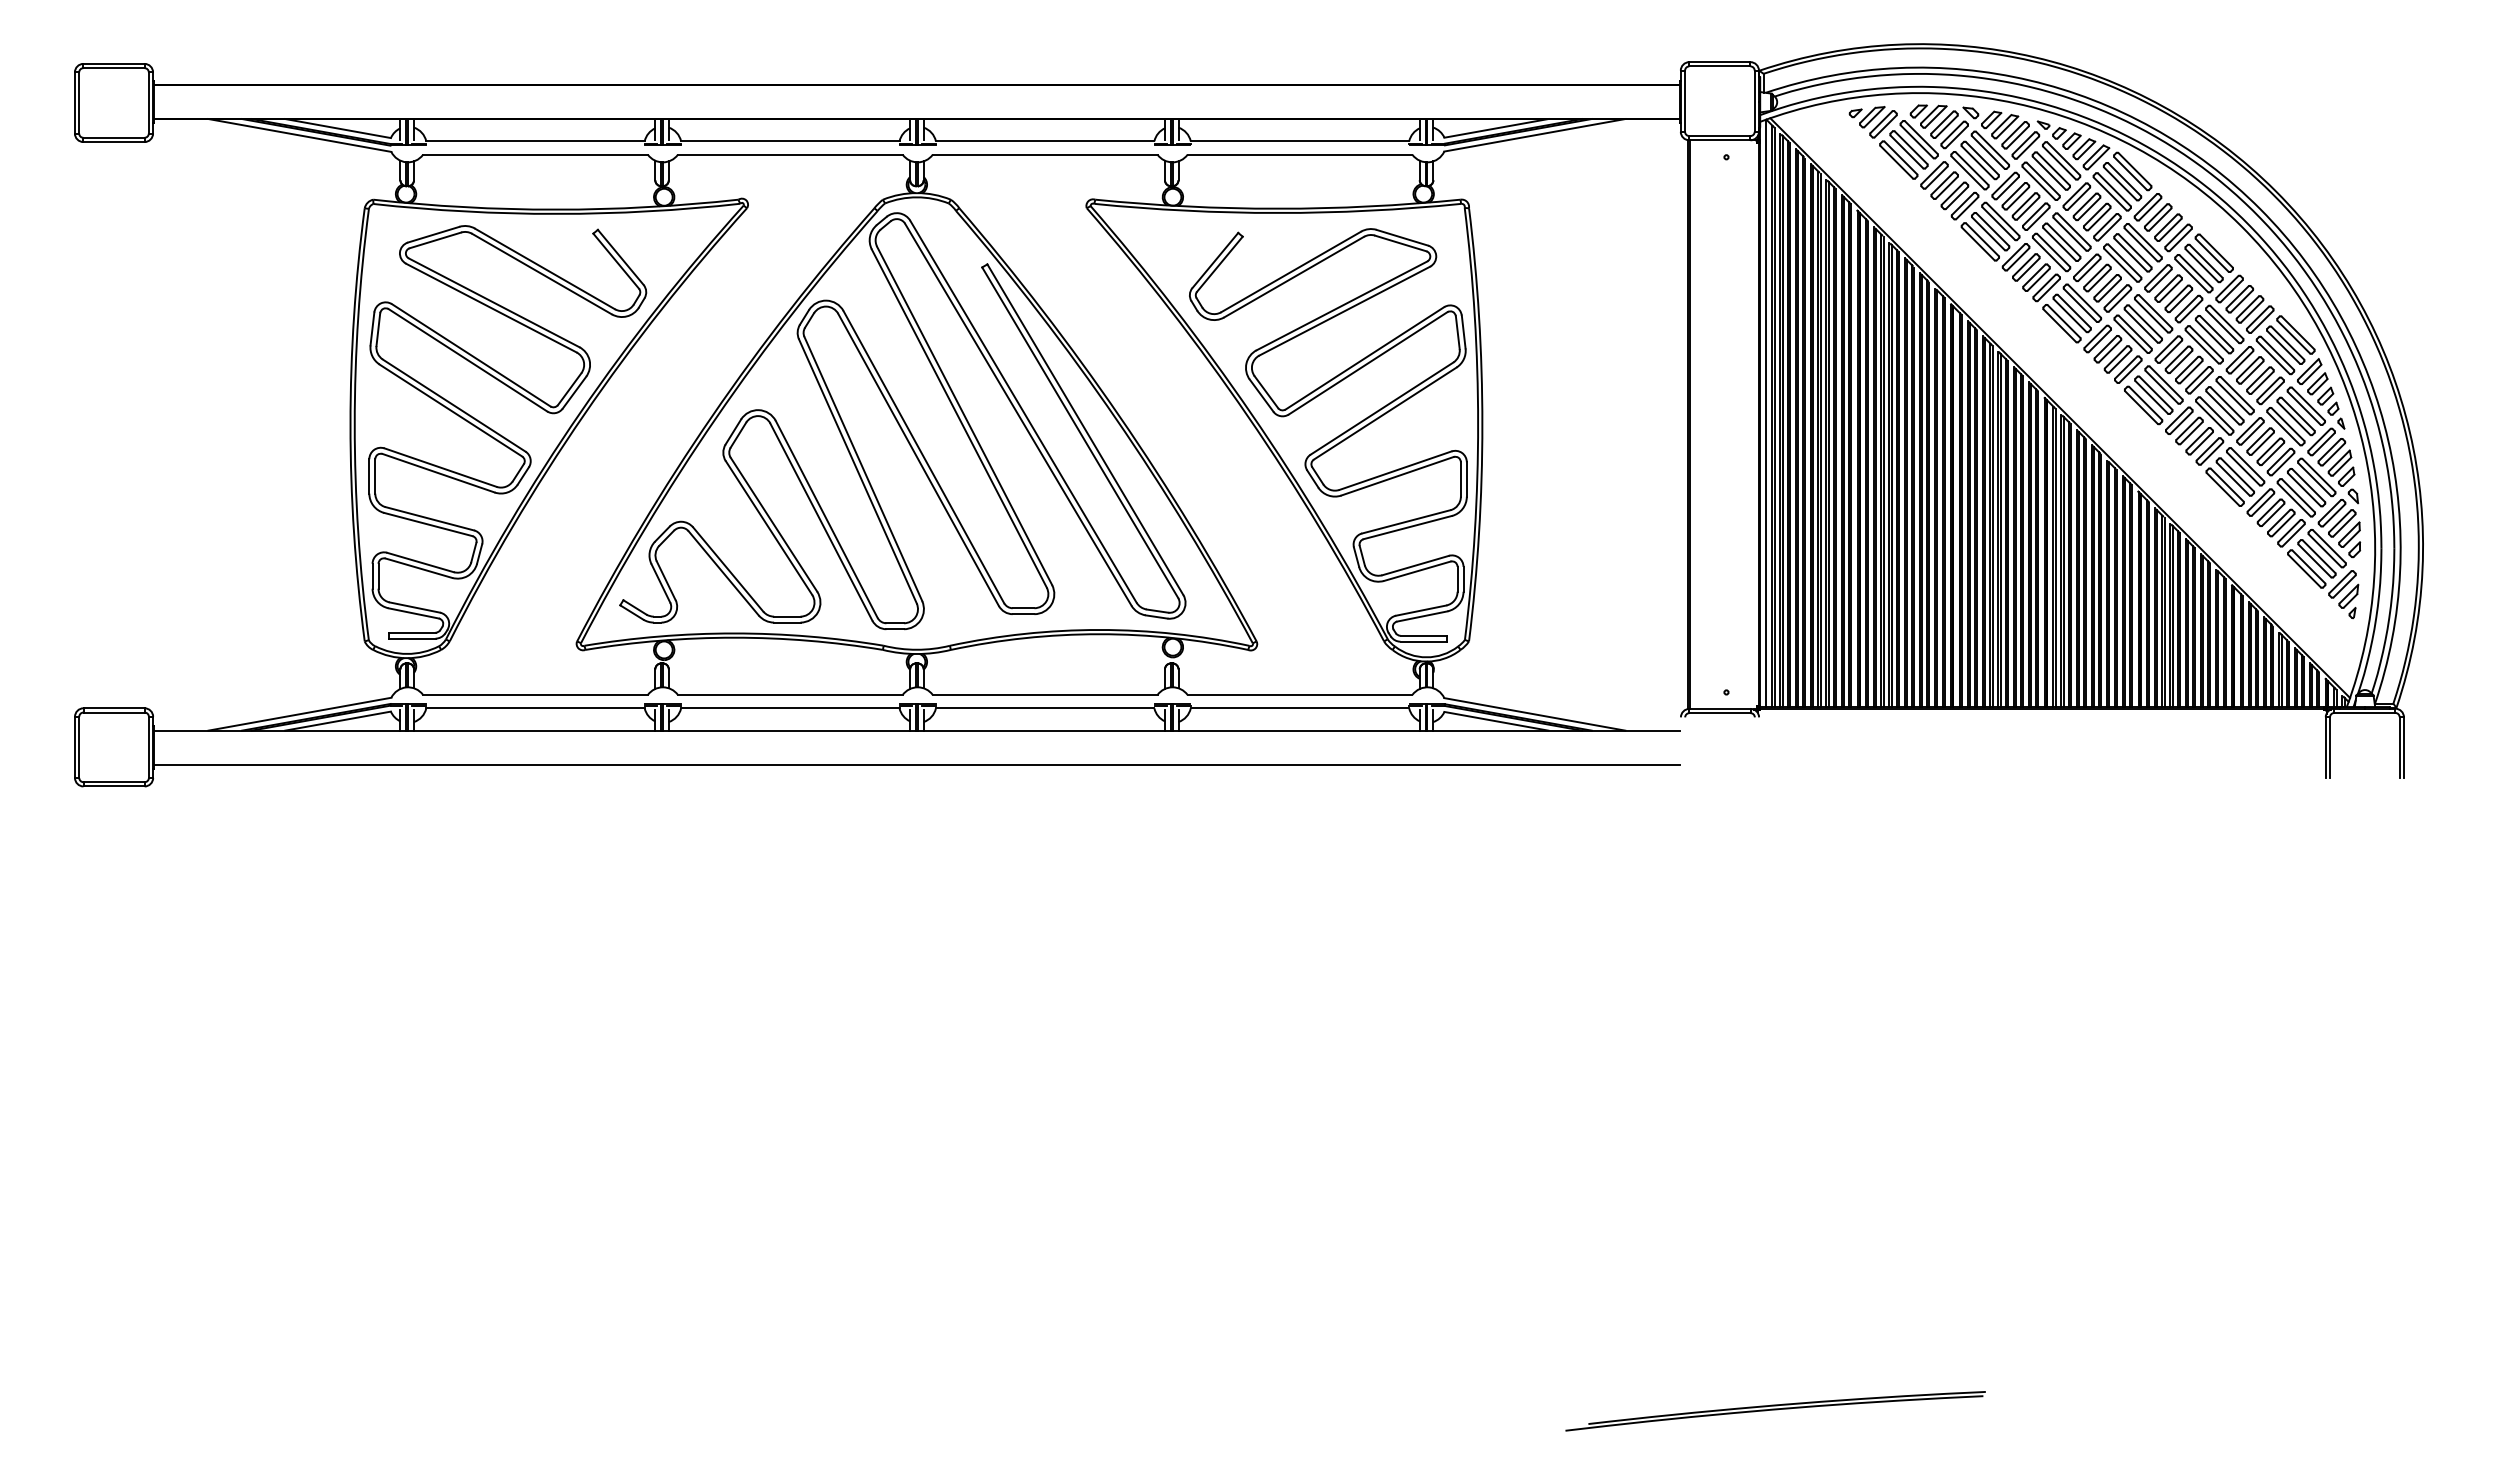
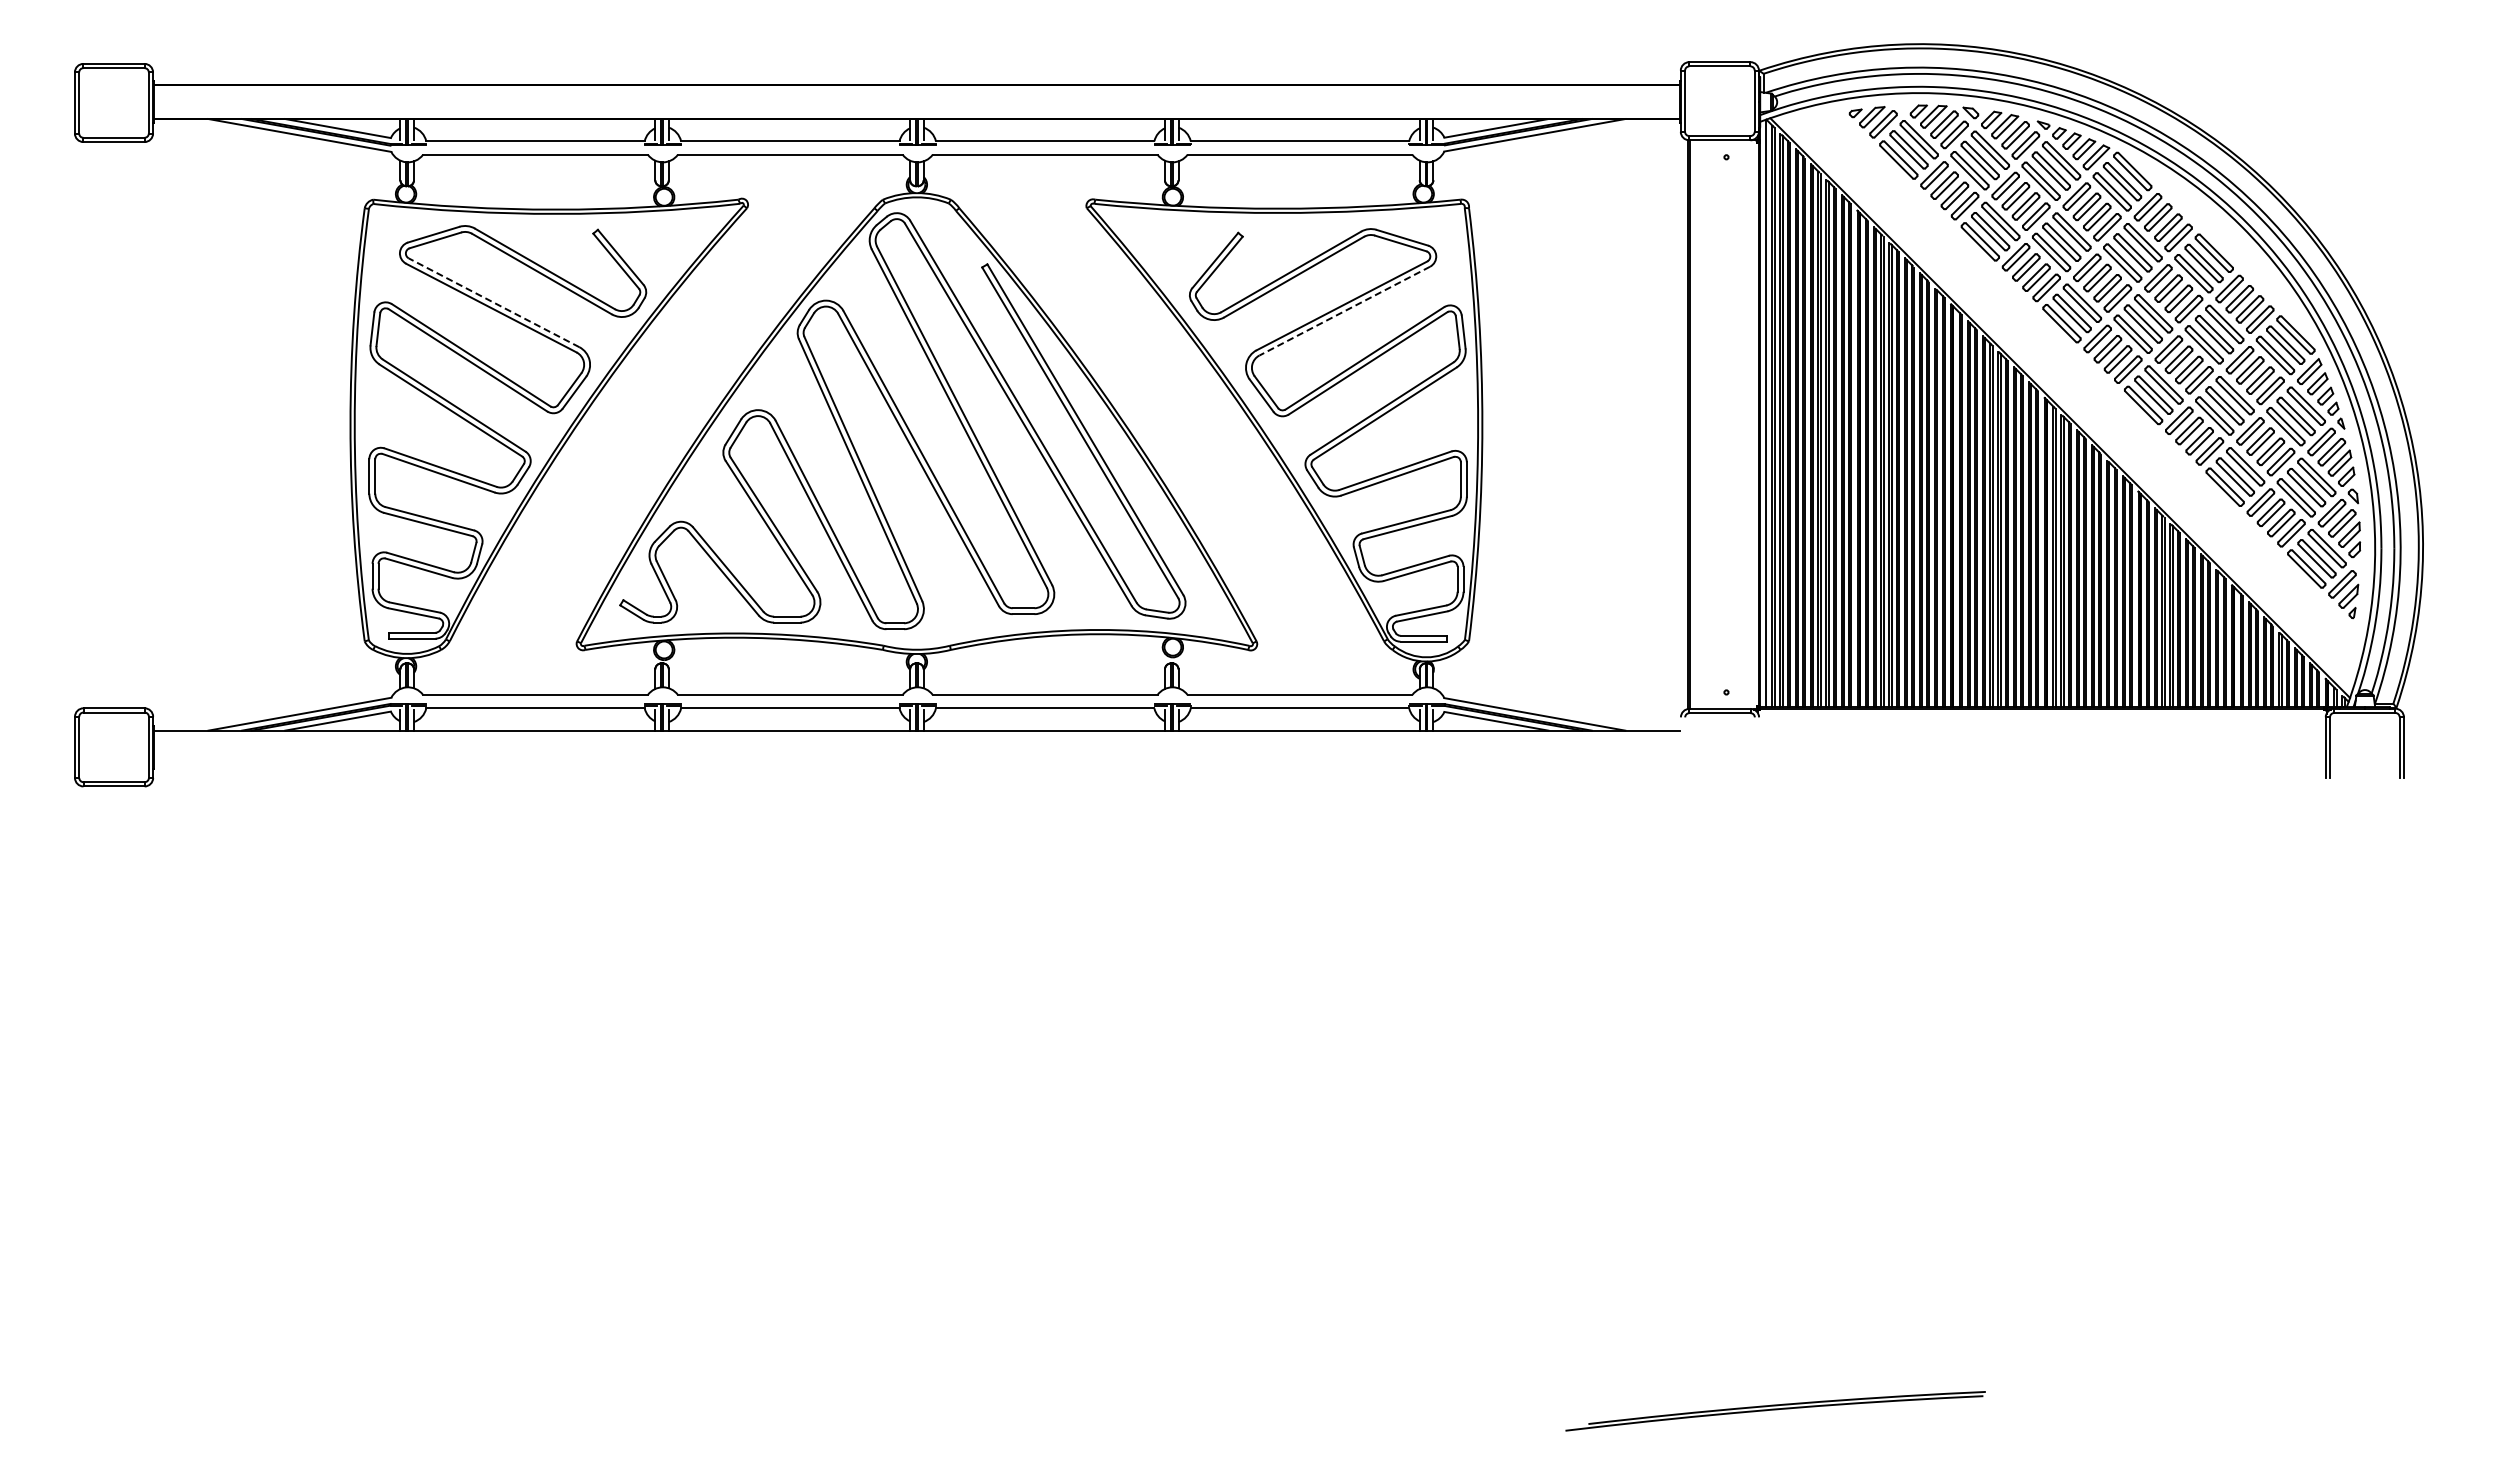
line at (493, 302): solid -> dashed
line at (1344, 311): solid -> dashed
line at (916, 764): present -> none
